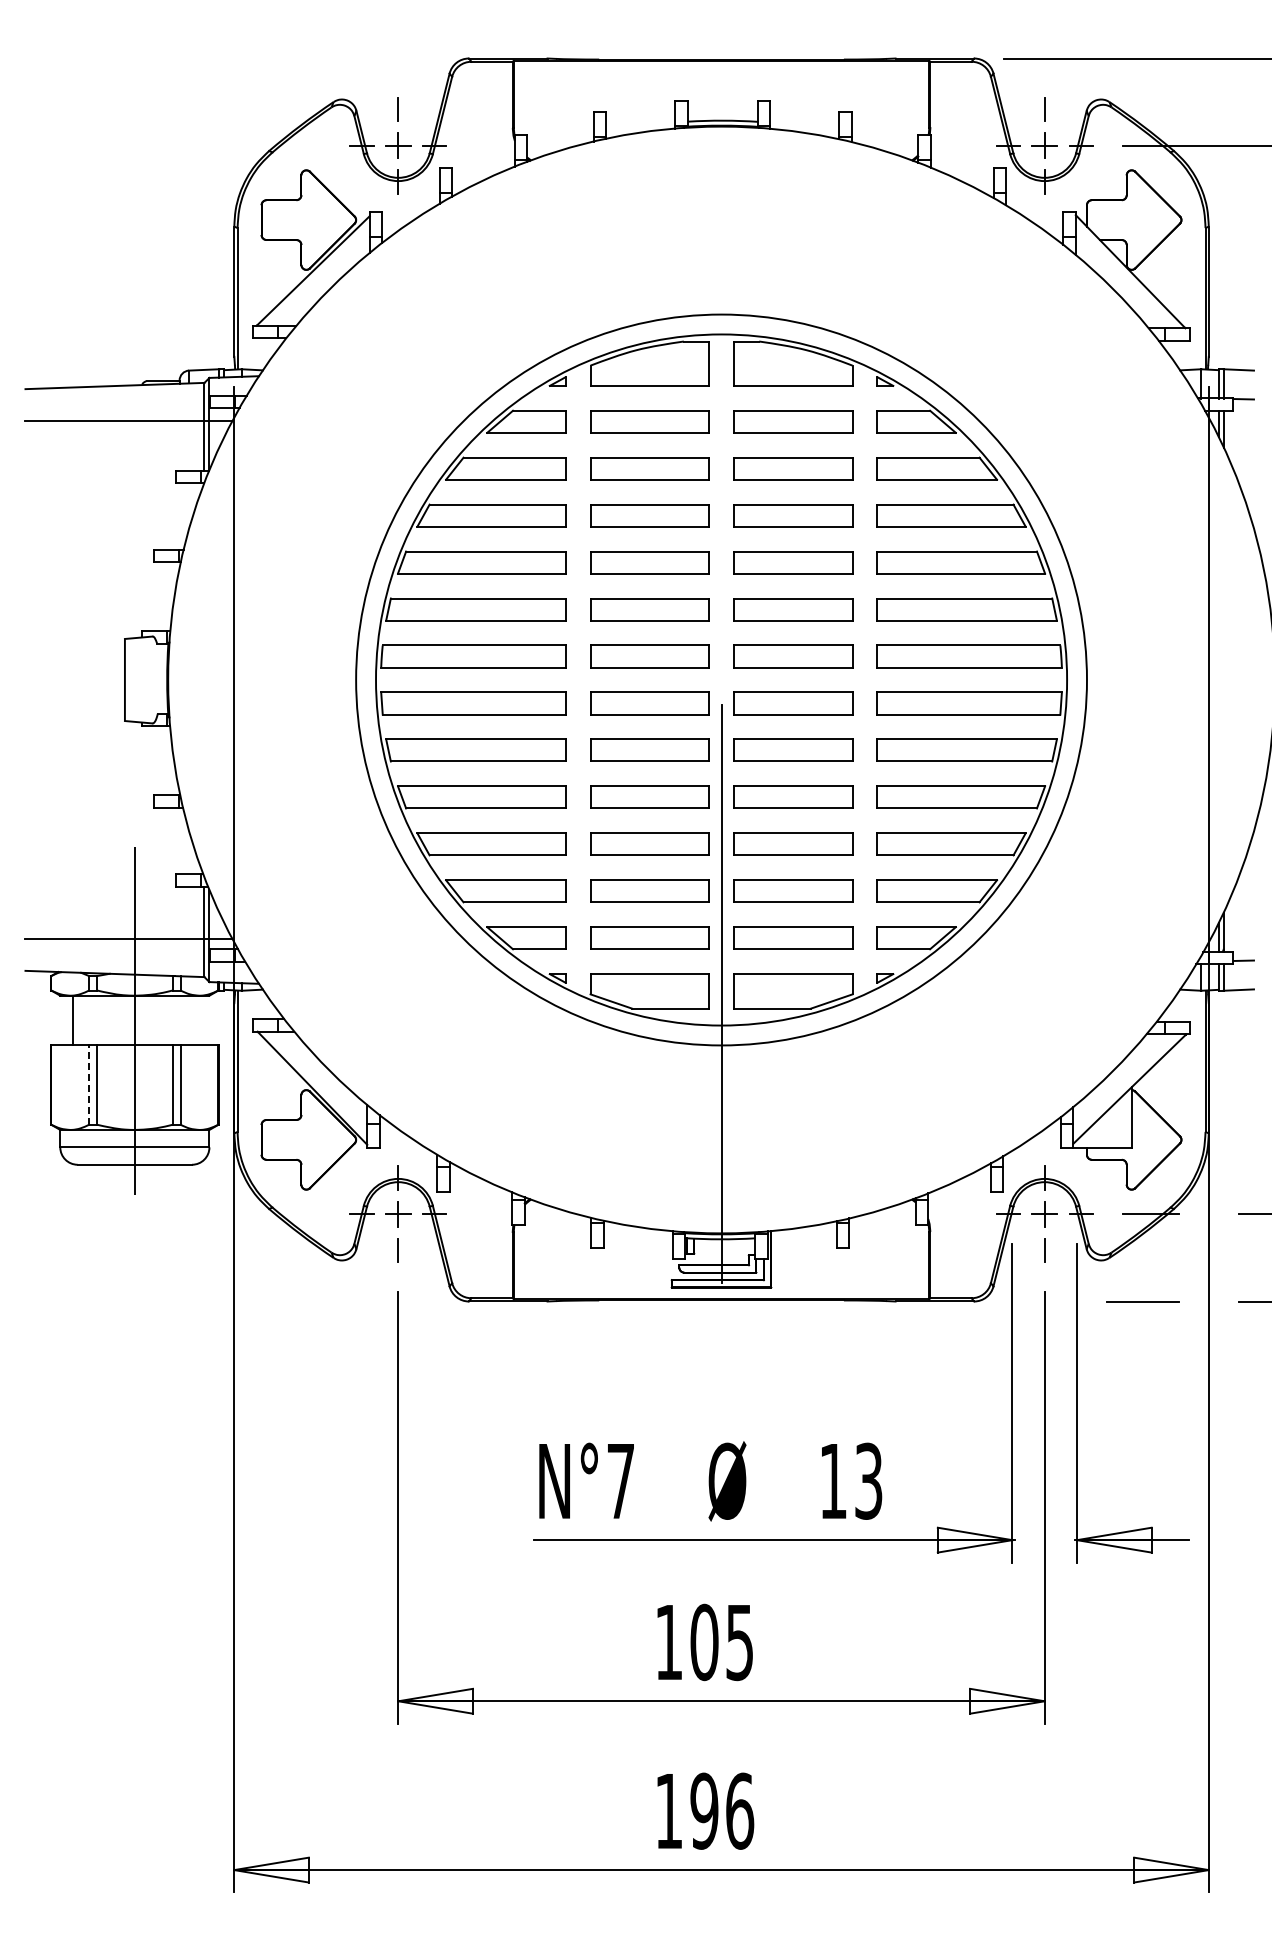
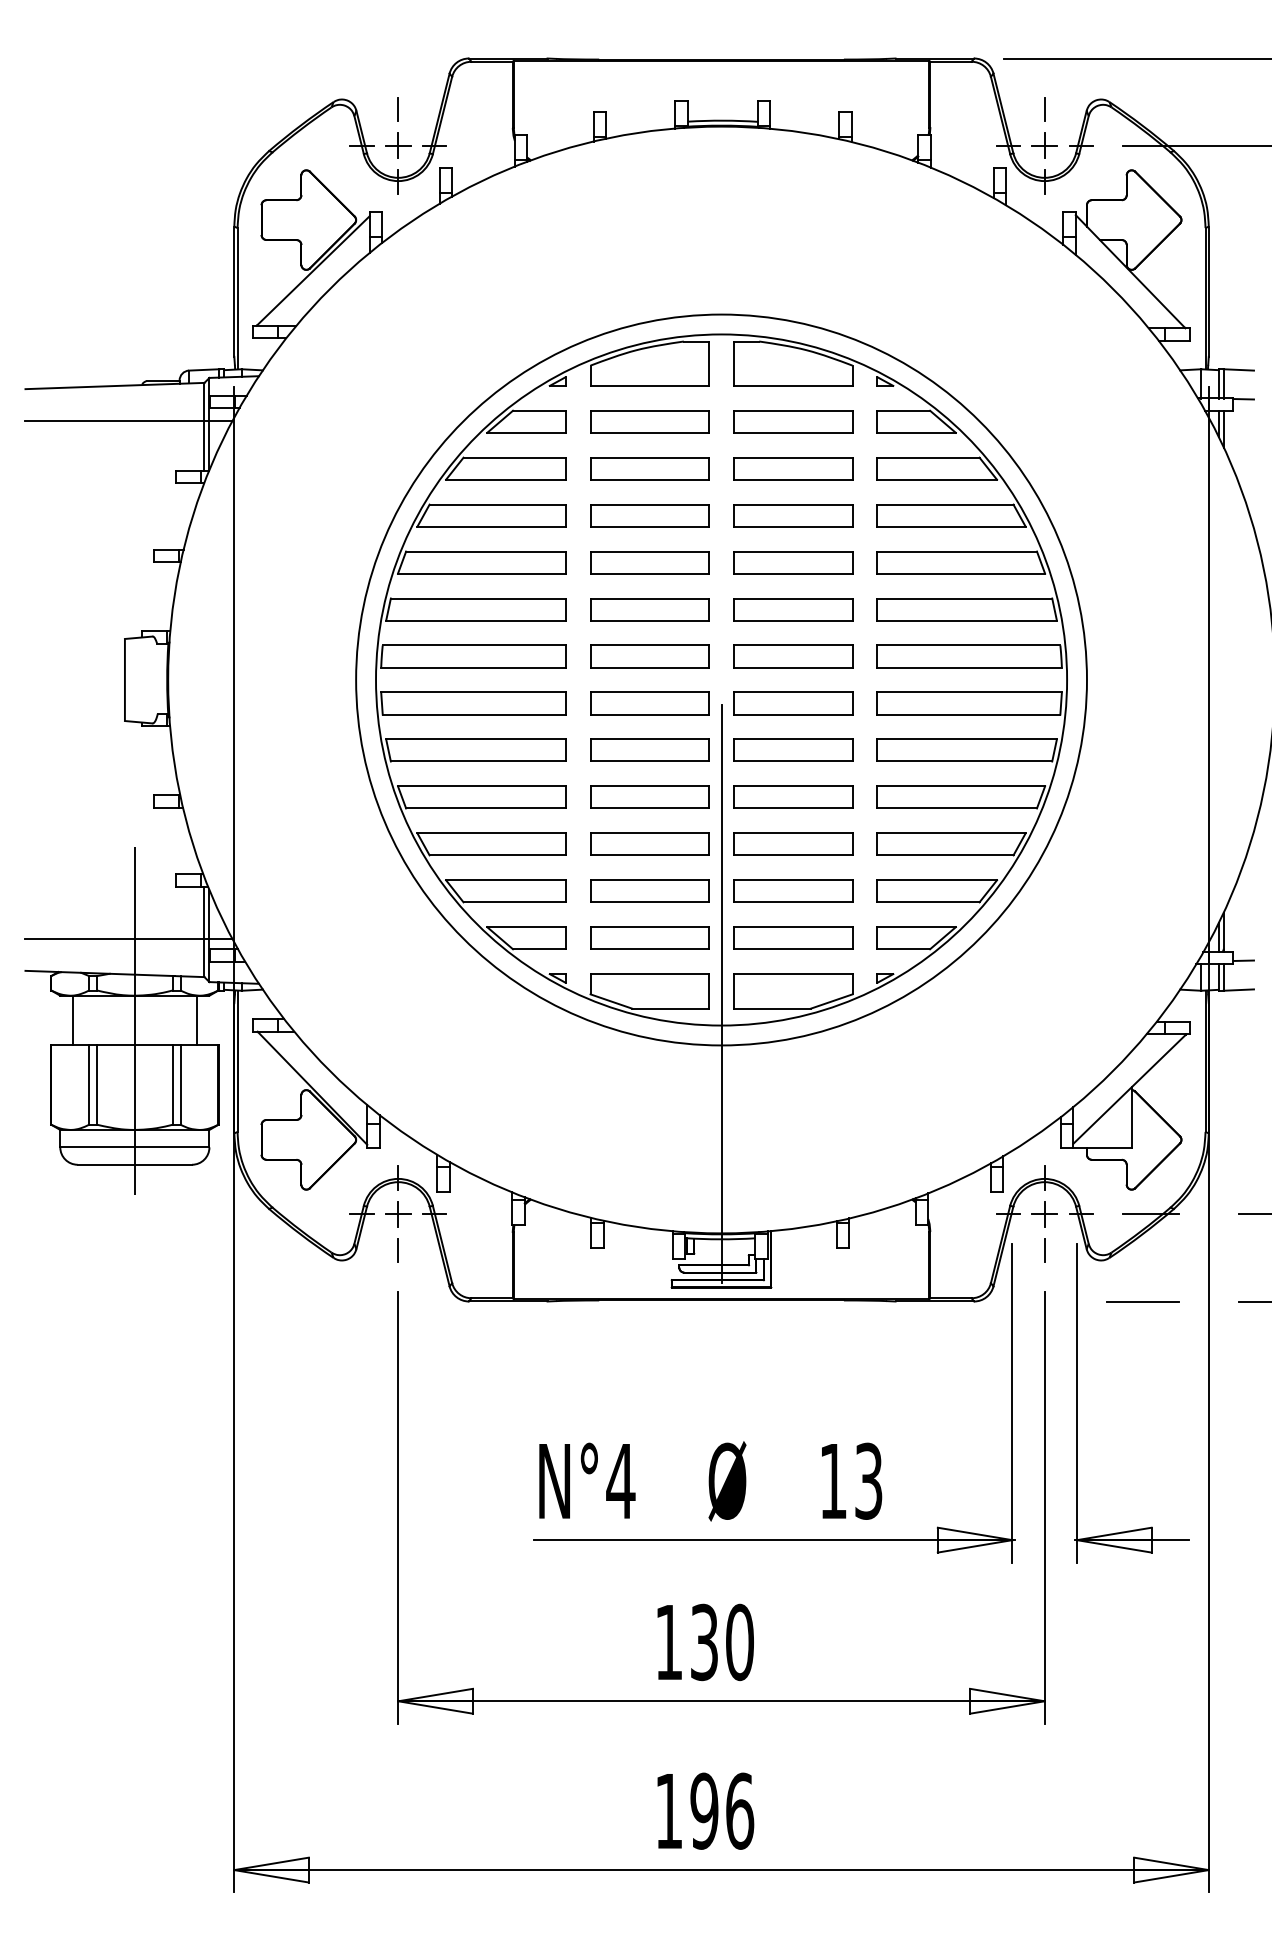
line at (197, 1020): none -> present
line at (89, 1085): dashed -> solid
text at (620, 1481): N°7 -> N°4
text at (721, 1642): 105 -> 130
